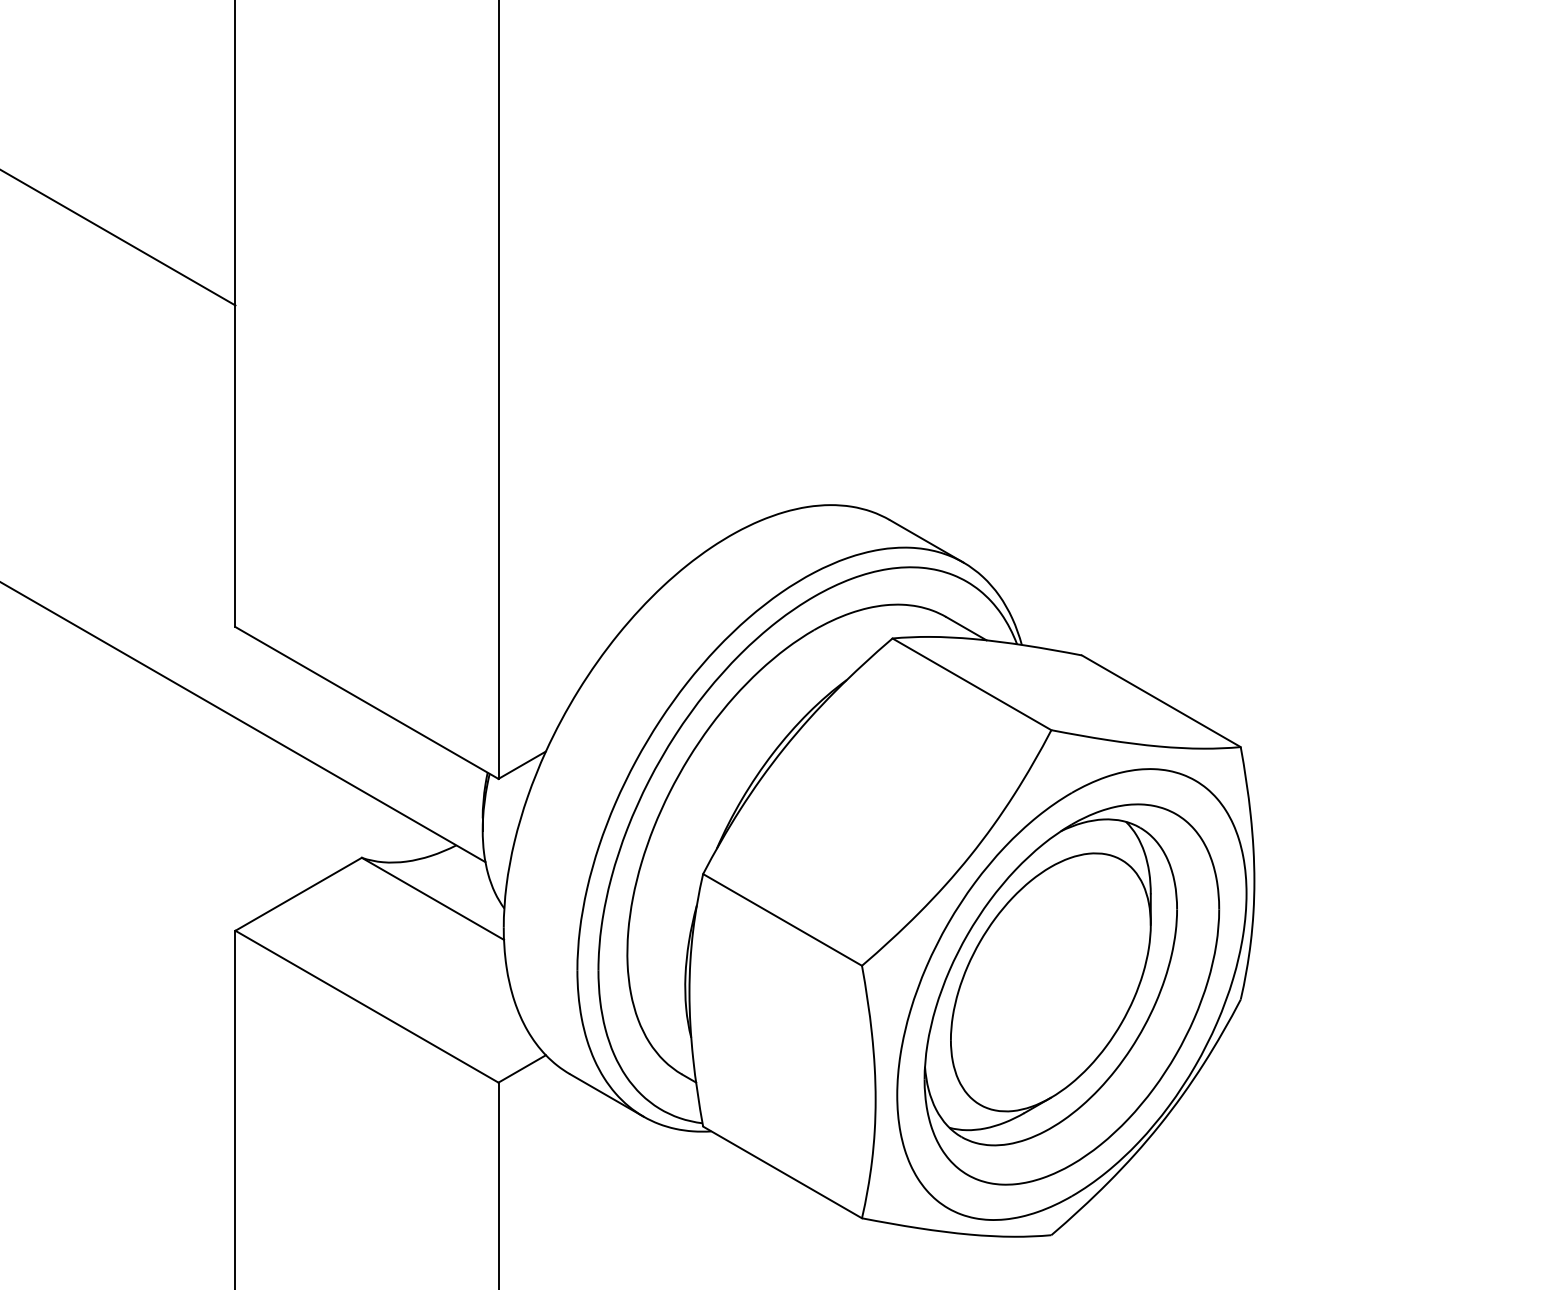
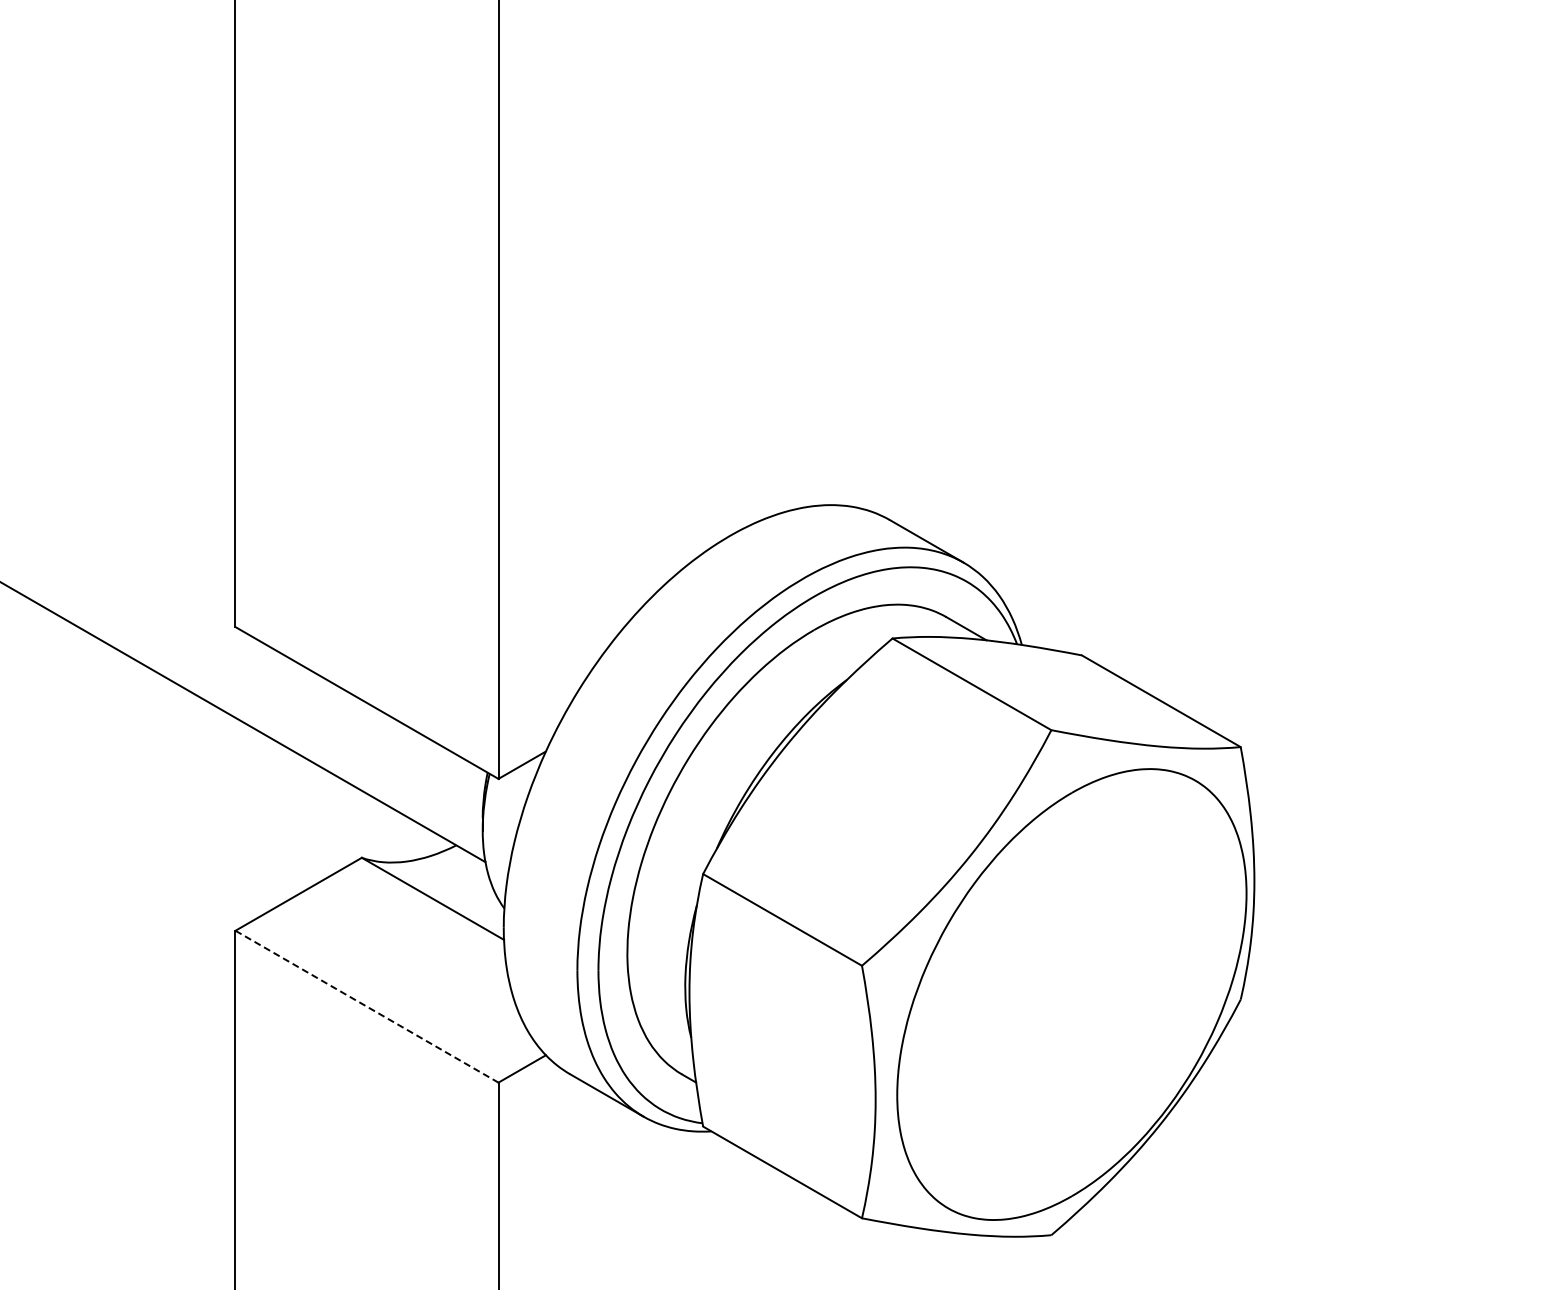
line at (118, 237): present -> none
part at (1071, 994): present -> none
line at (366, 1006): solid -> dashed
